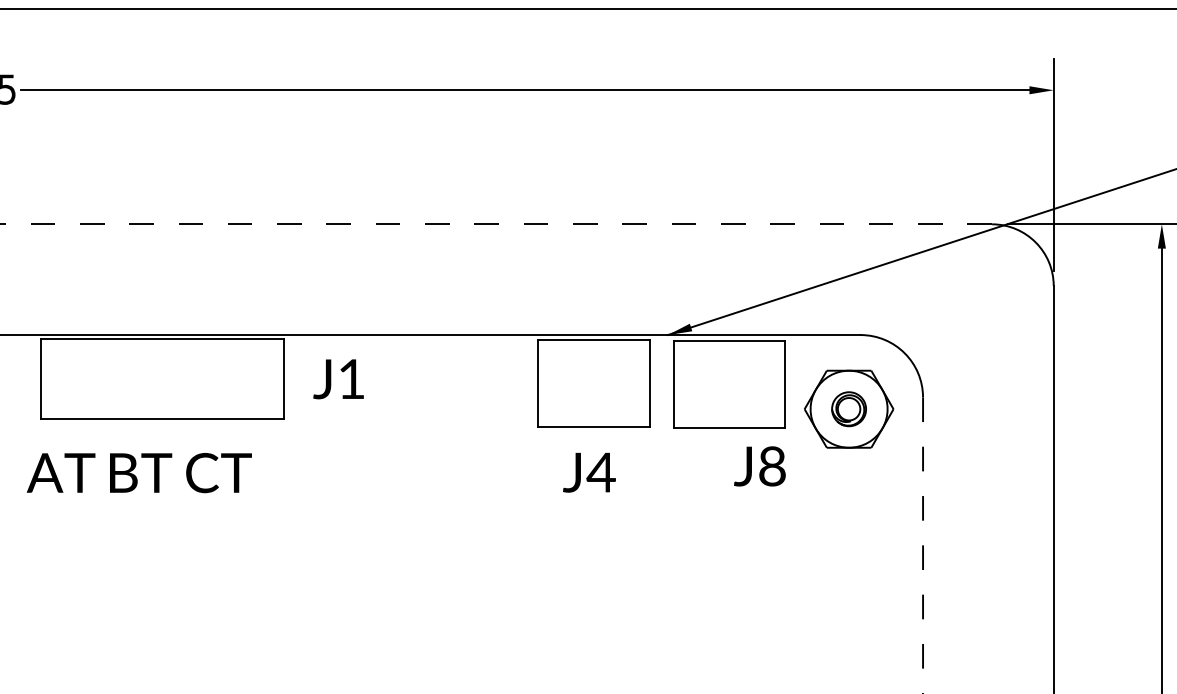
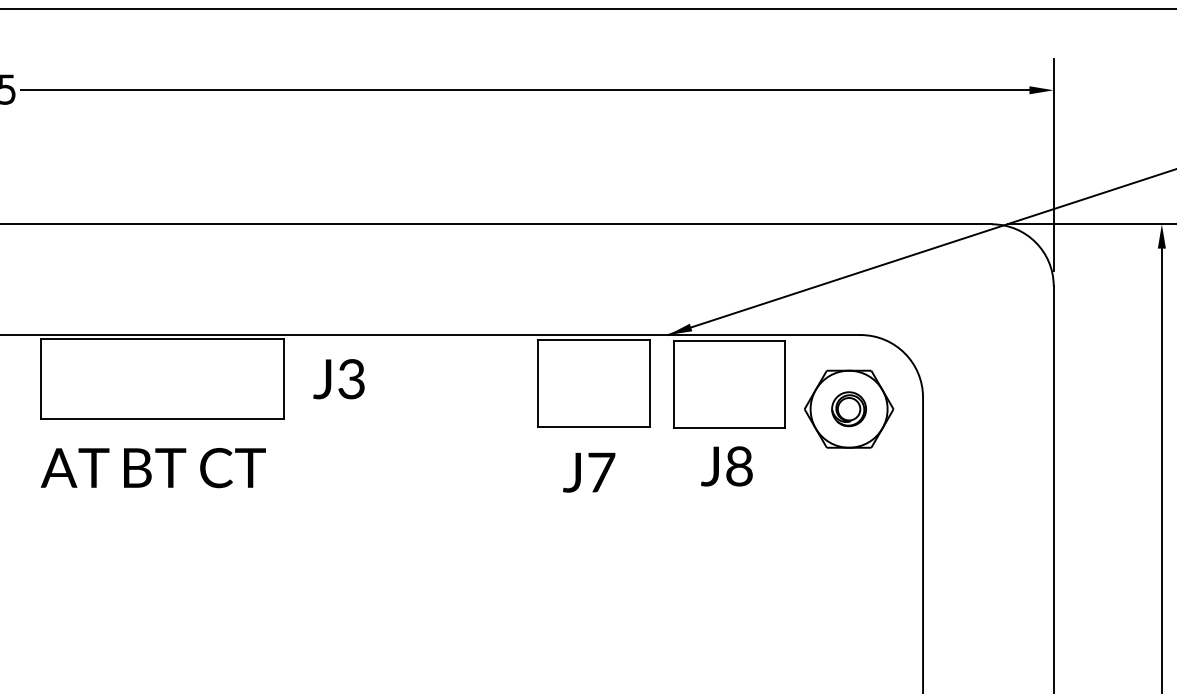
line at (496, 224): dashed -> solid
text at (351, 379): J1 -> J3
text at (759, 466) position: (759, 466) -> (726, 466)
text at (600, 472): J4 -> J7
text at (138, 473) position: (138, 473) -> (152, 468)
line at (923, 545): dashed -> solid
